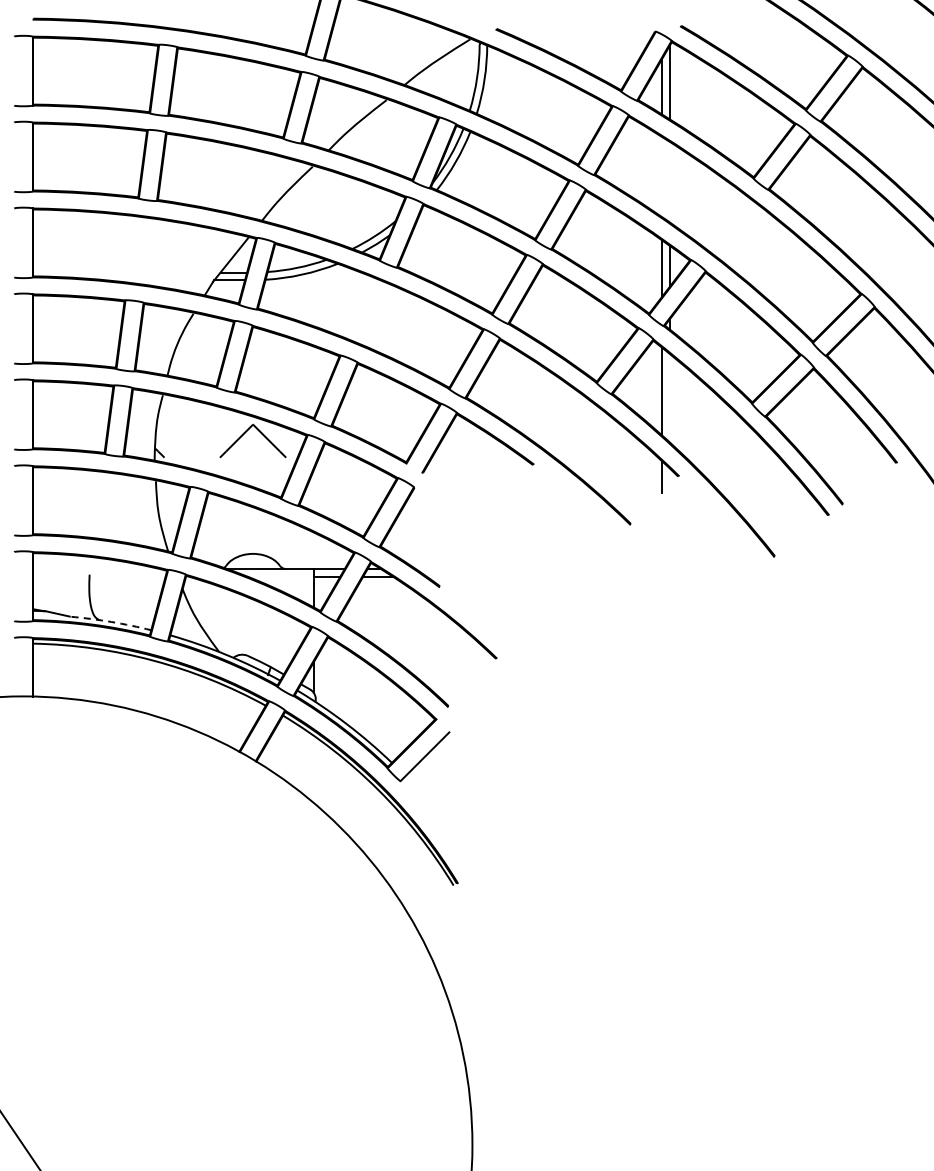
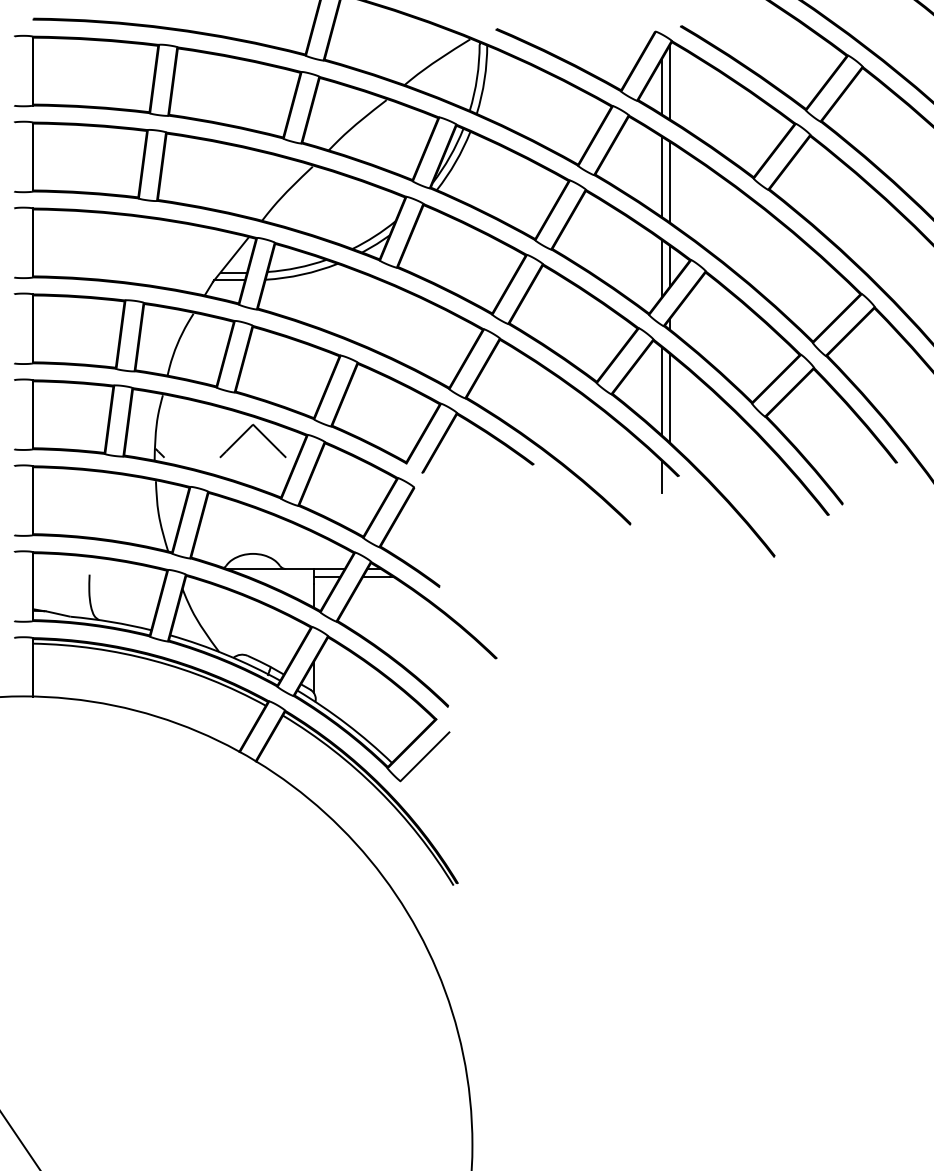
line at (662, 176): none -> present
line at (669, 181): none -> present
line at (669, 397): none -> present
arc at (111, 621): dashed -> solid
